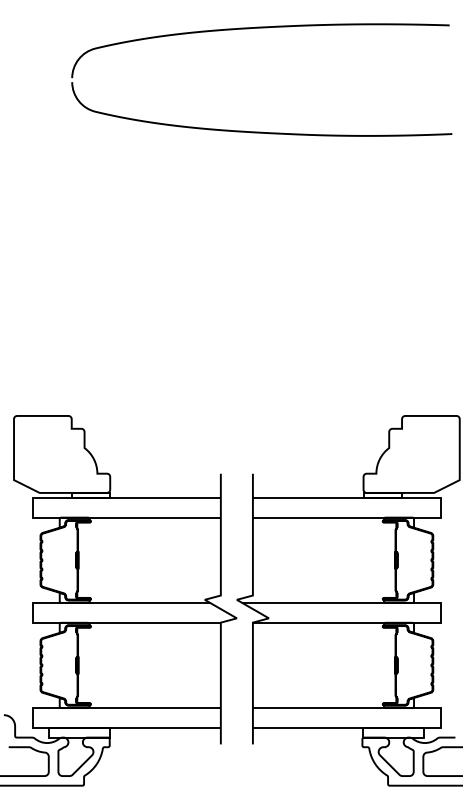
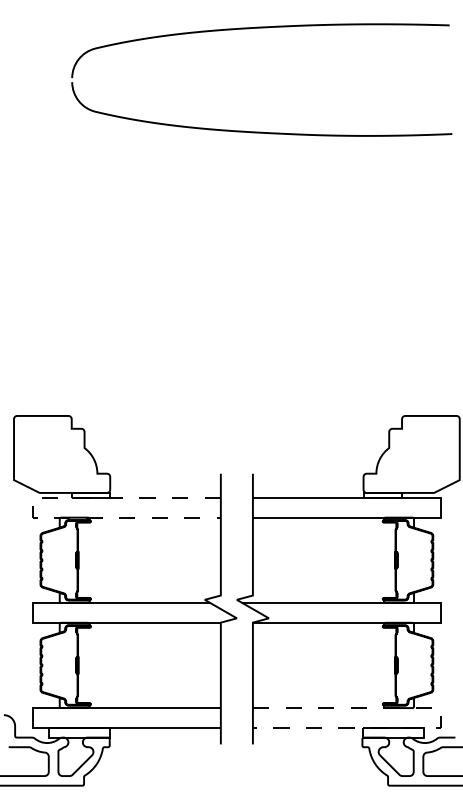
line at (33, 507): solid -> dashed
line at (440, 718): solid -> dashed
